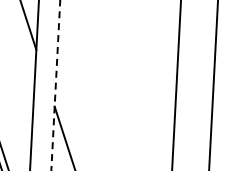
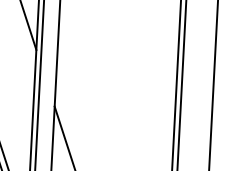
line at (39, 84): none -> present
line at (181, 84): none -> present
line at (55, 85): dashed -> solid
